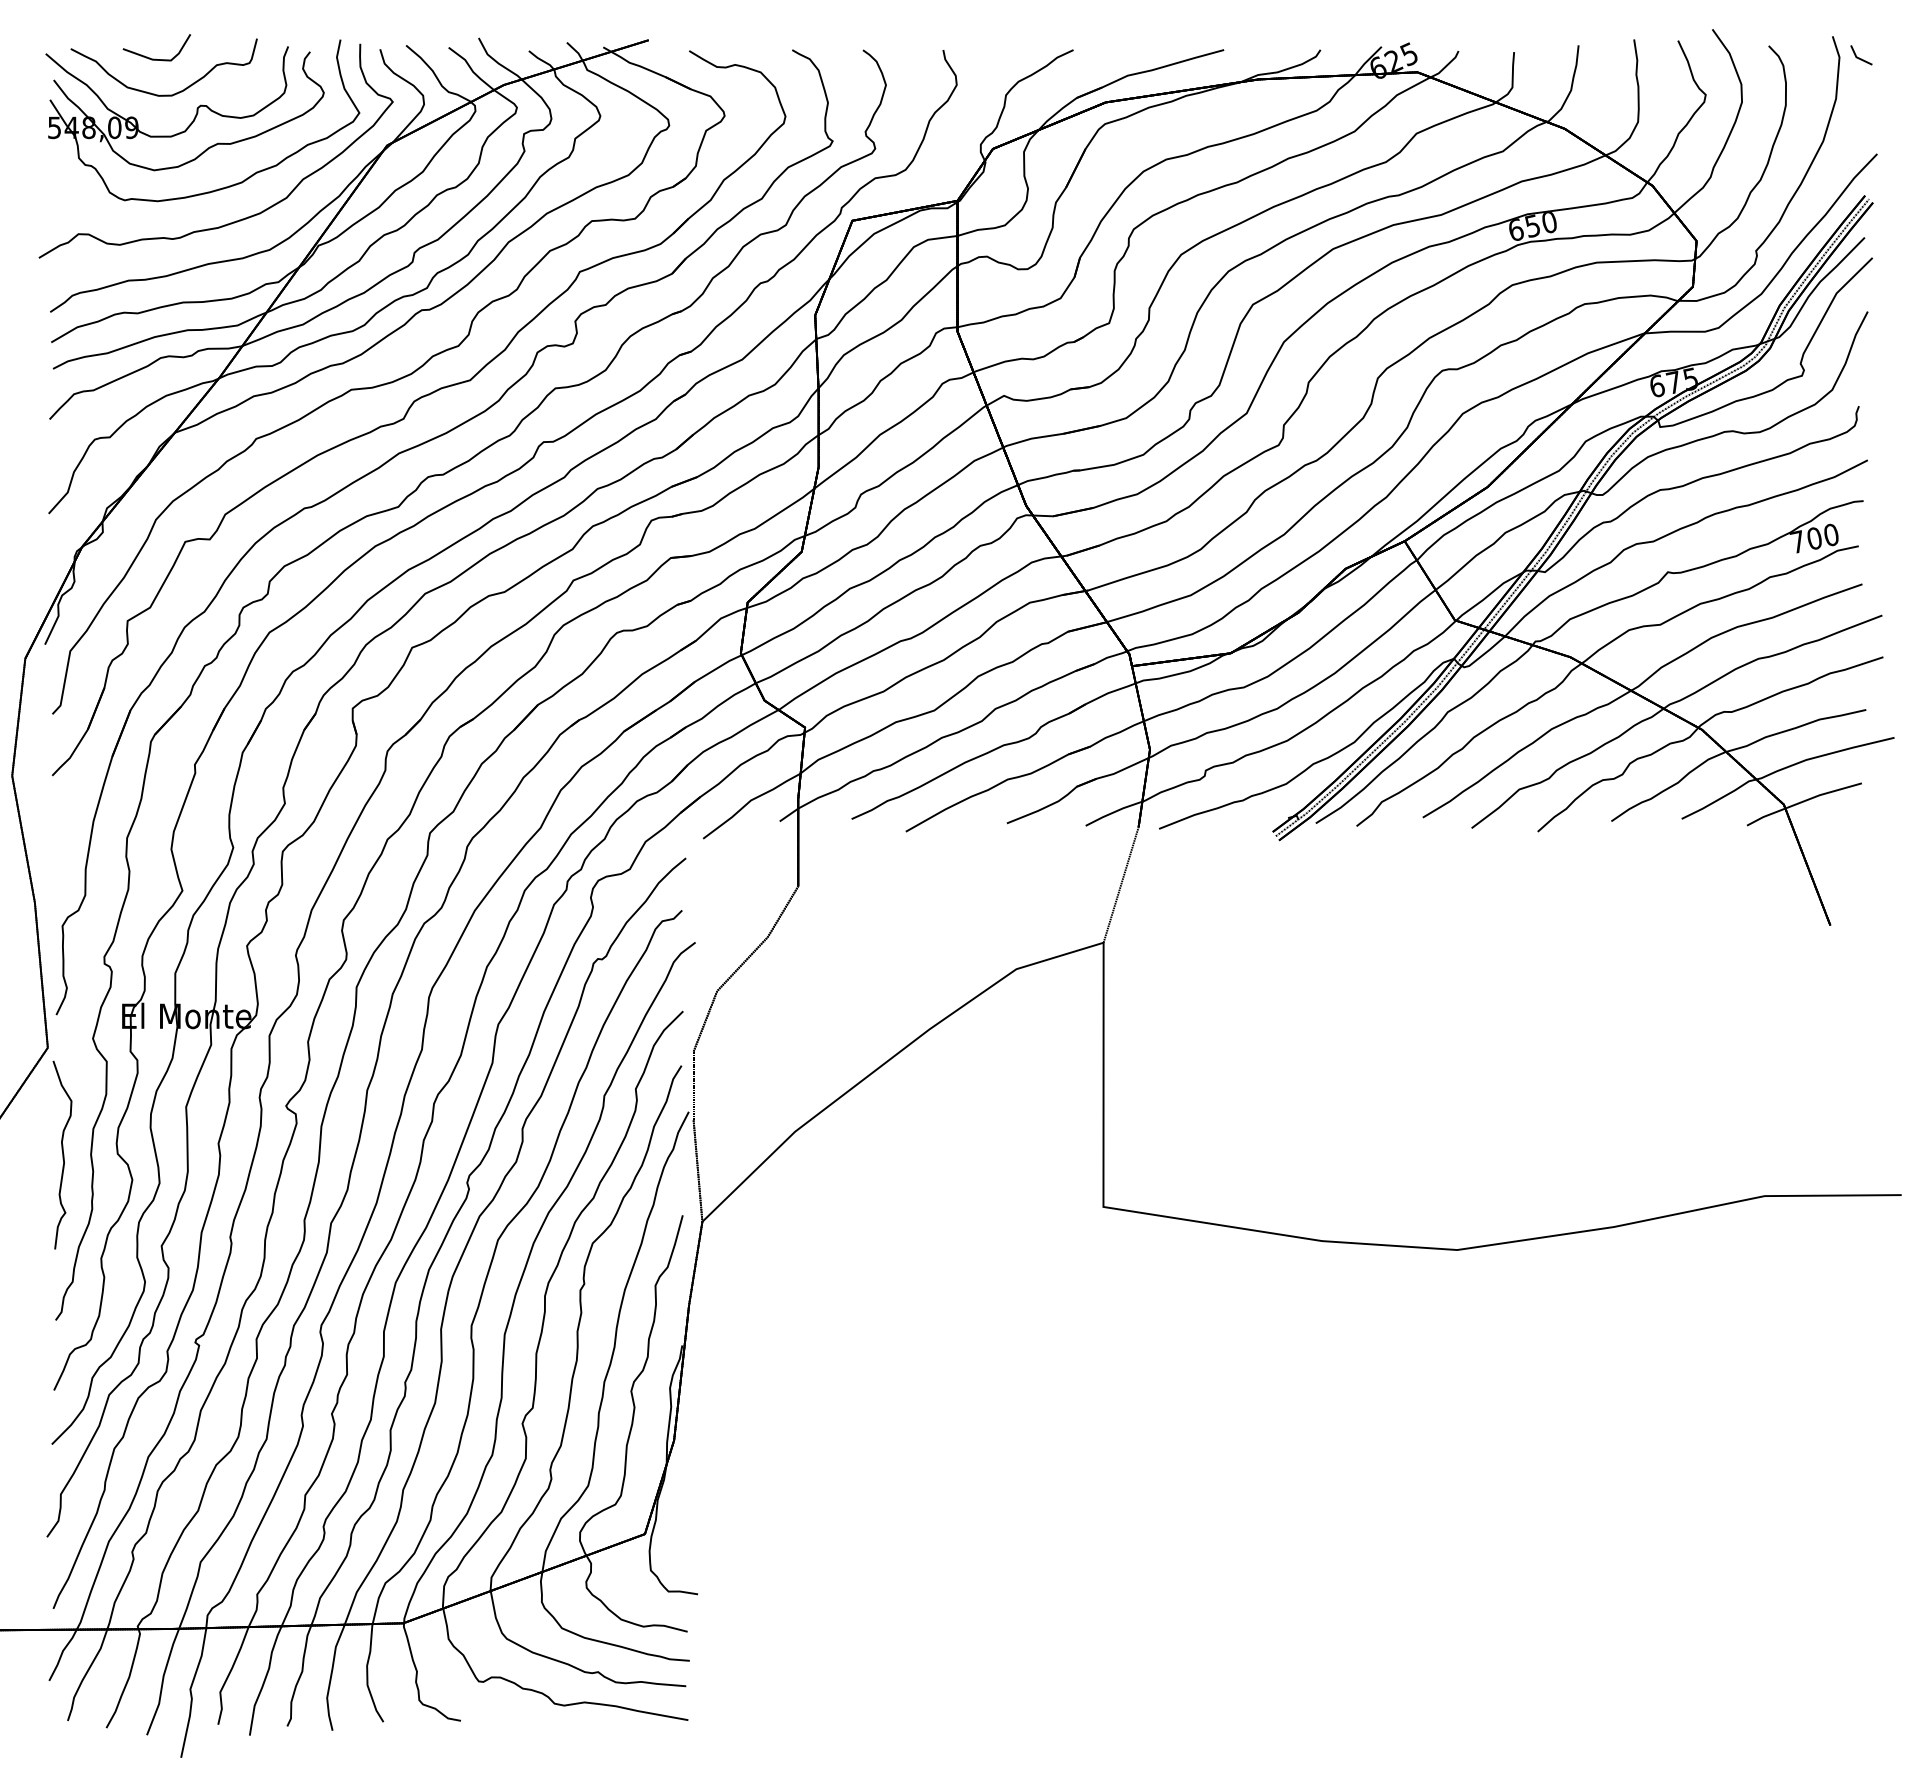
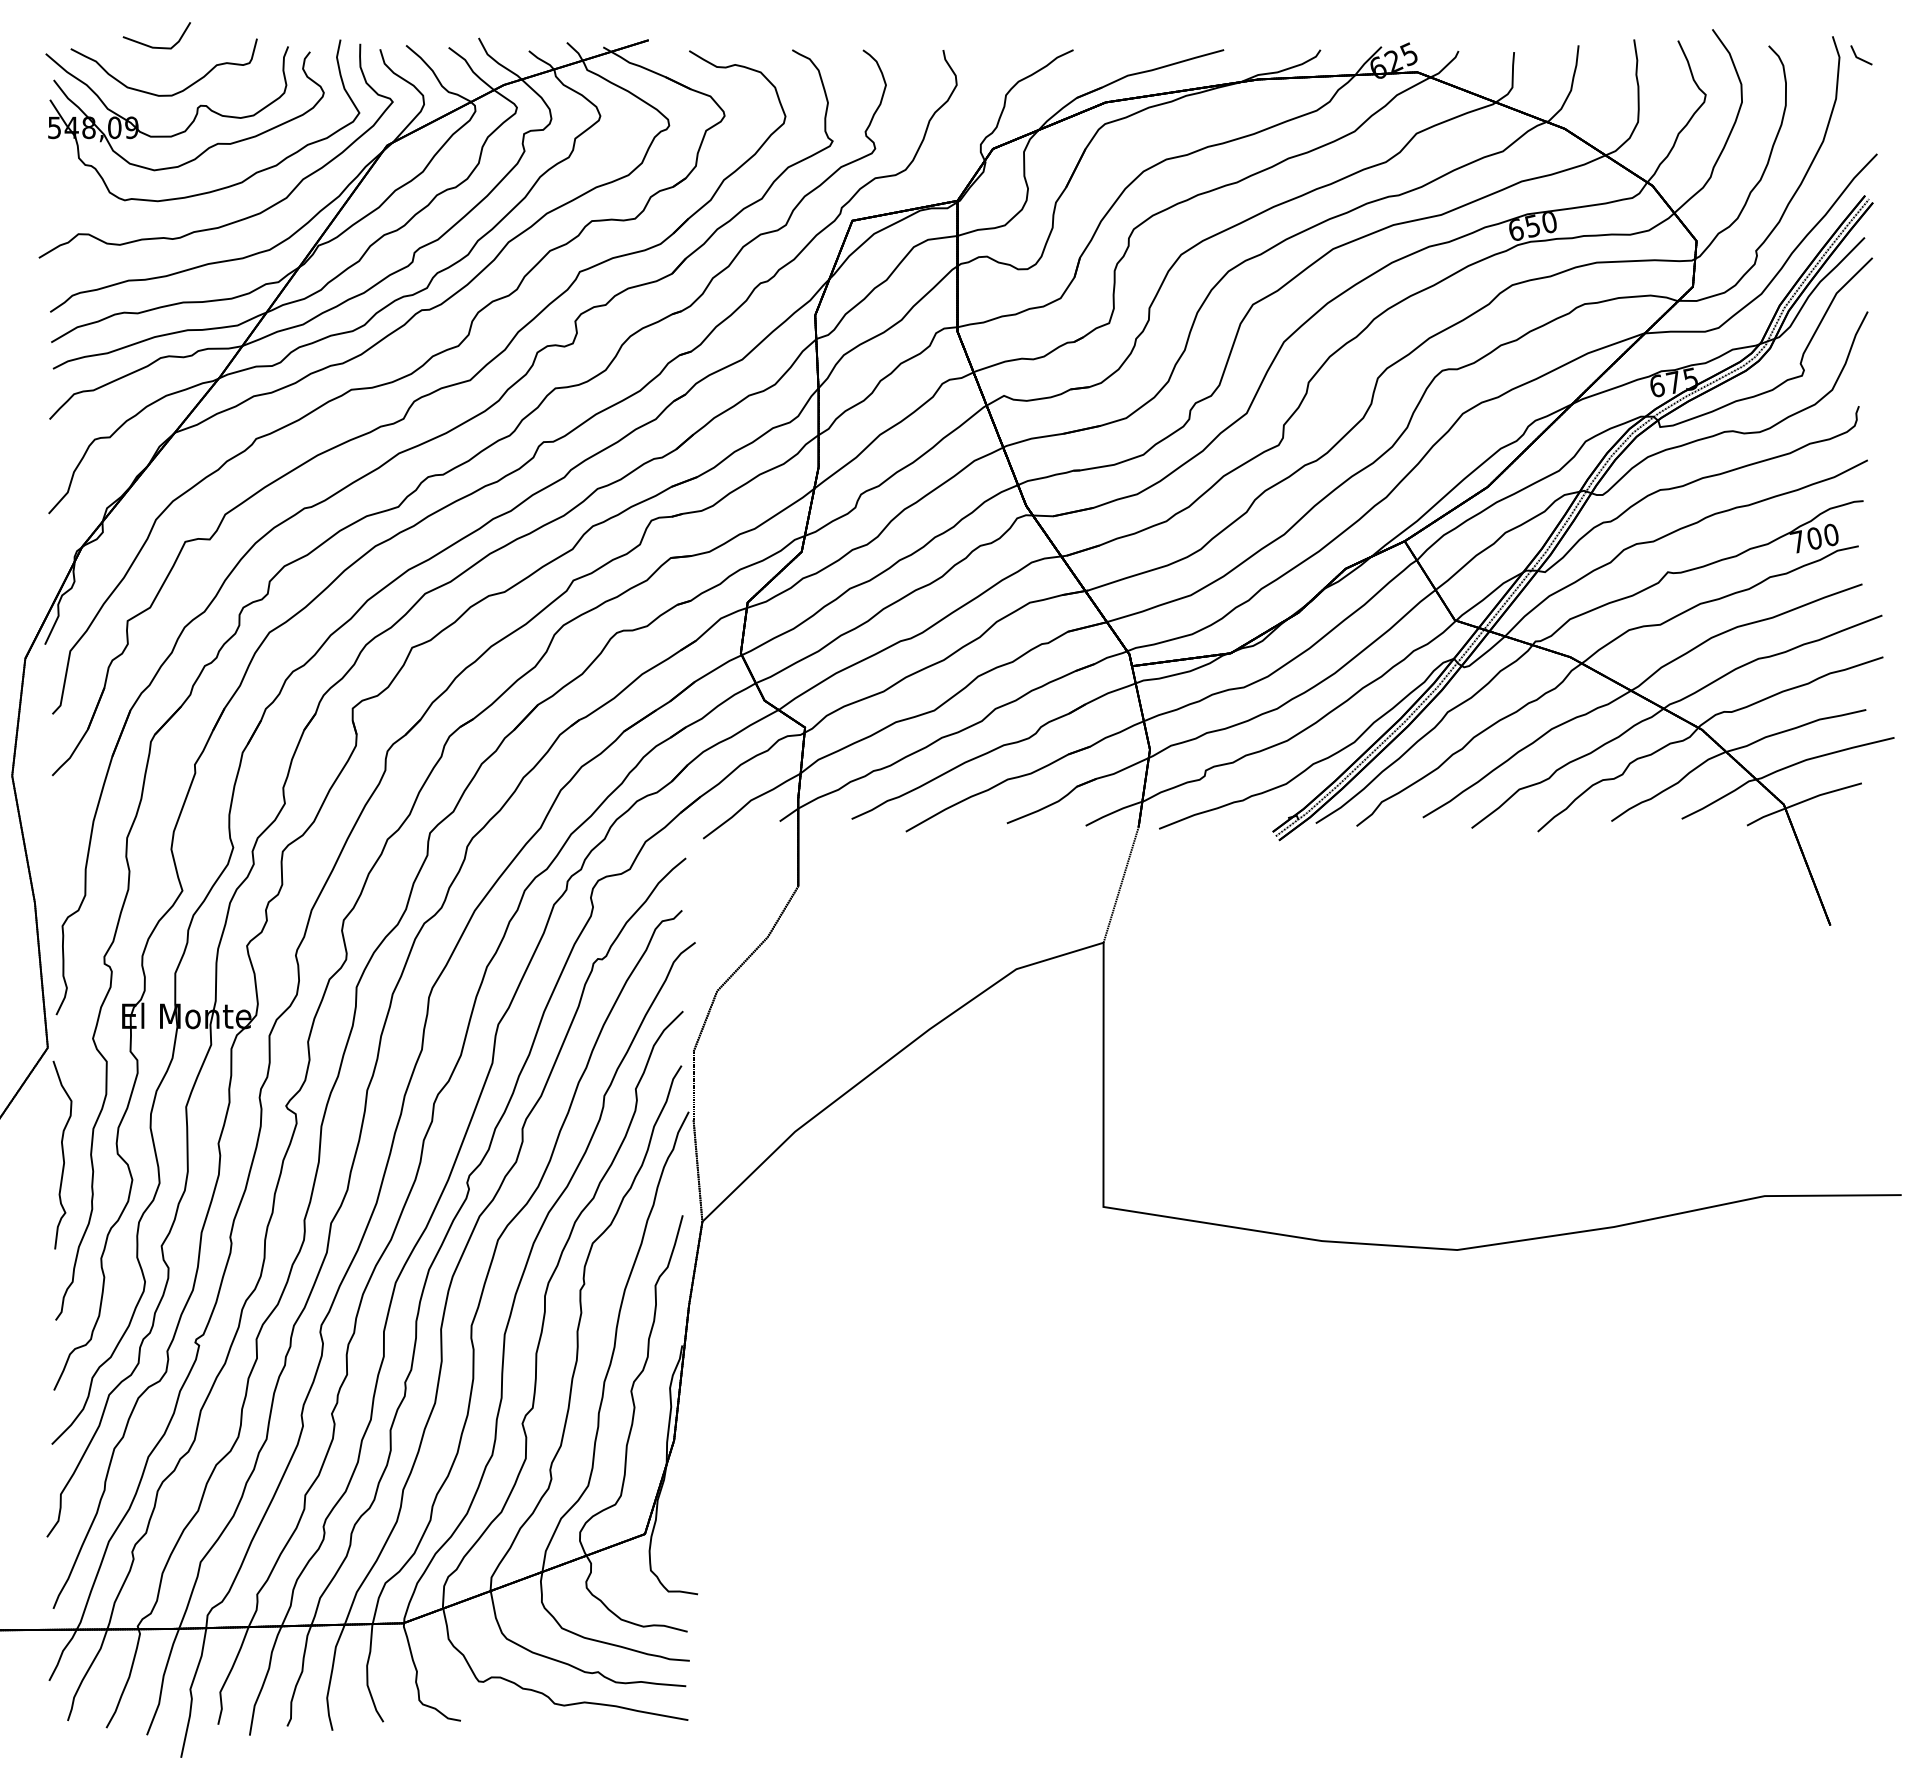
line at (155, 58) position: (155, 58) -> (155, 46)
